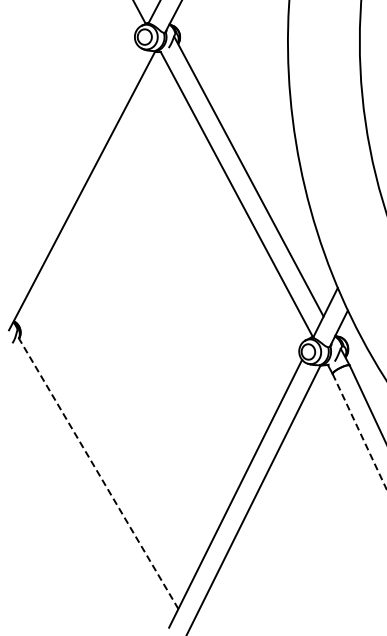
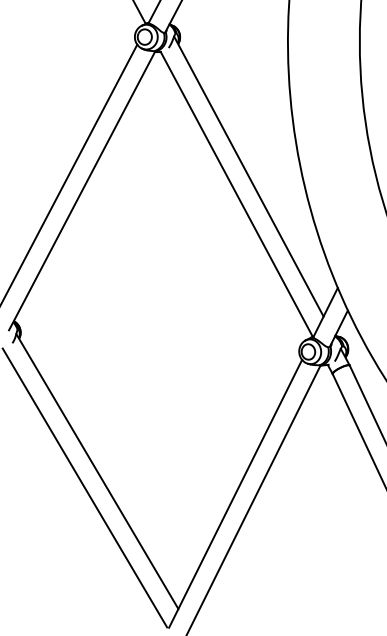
line at (69, 173): none -> present
line at (359, 431): dashed -> solid
line at (97, 471): dashed -> solid
line at (84, 487): none -> present
